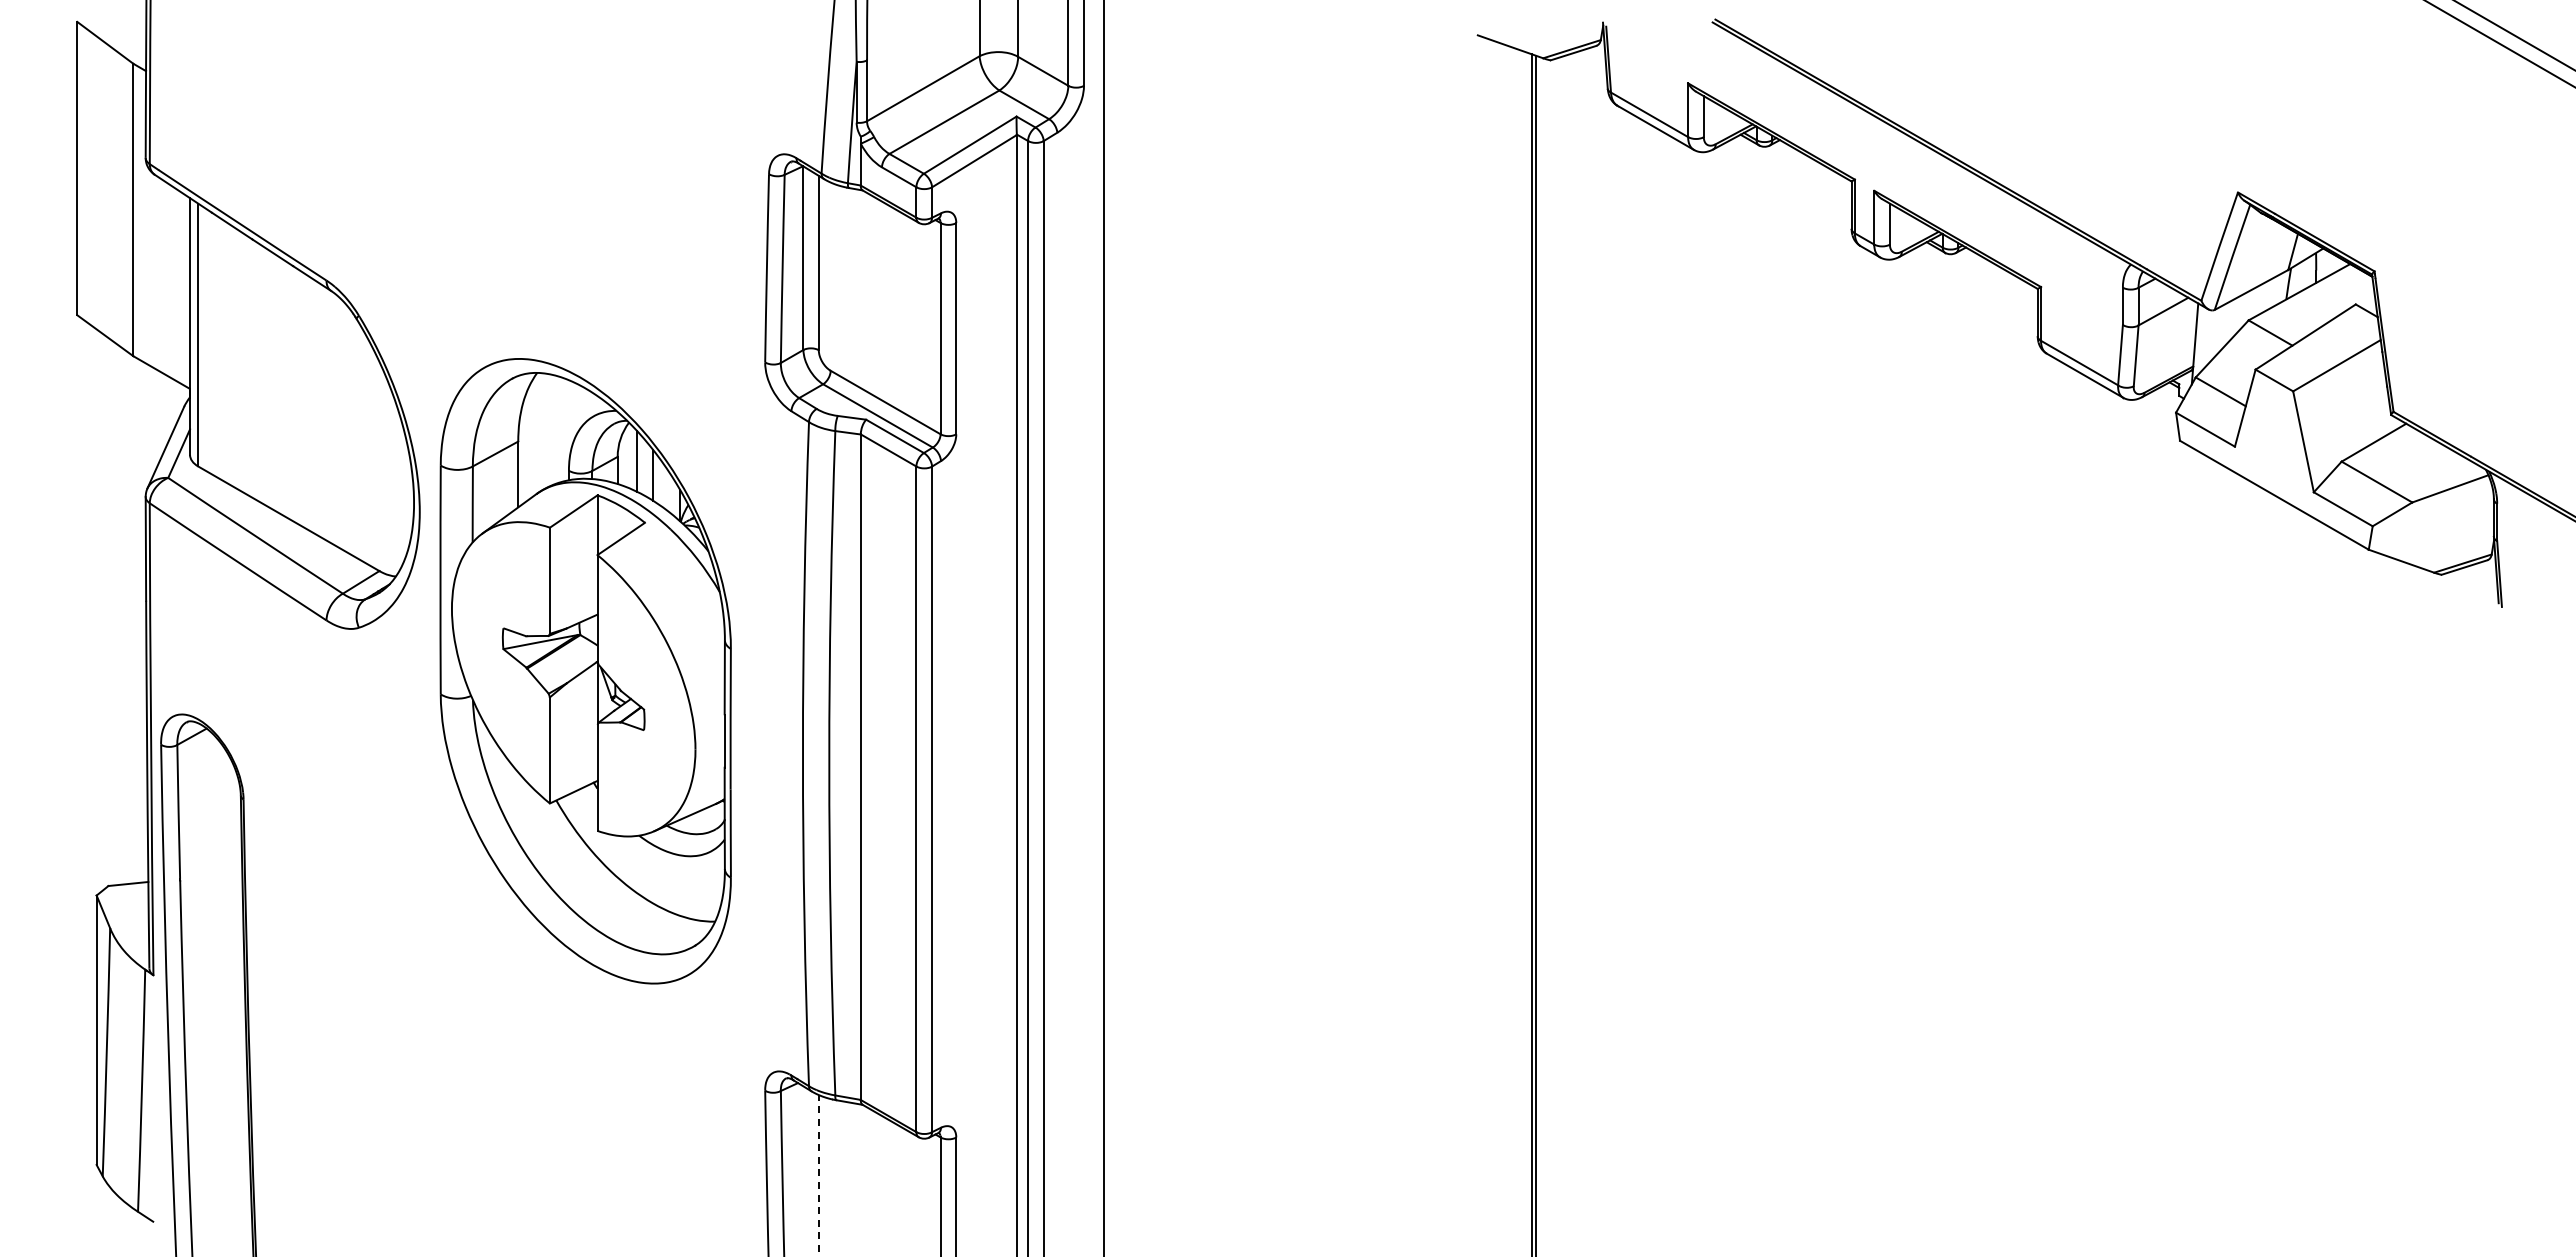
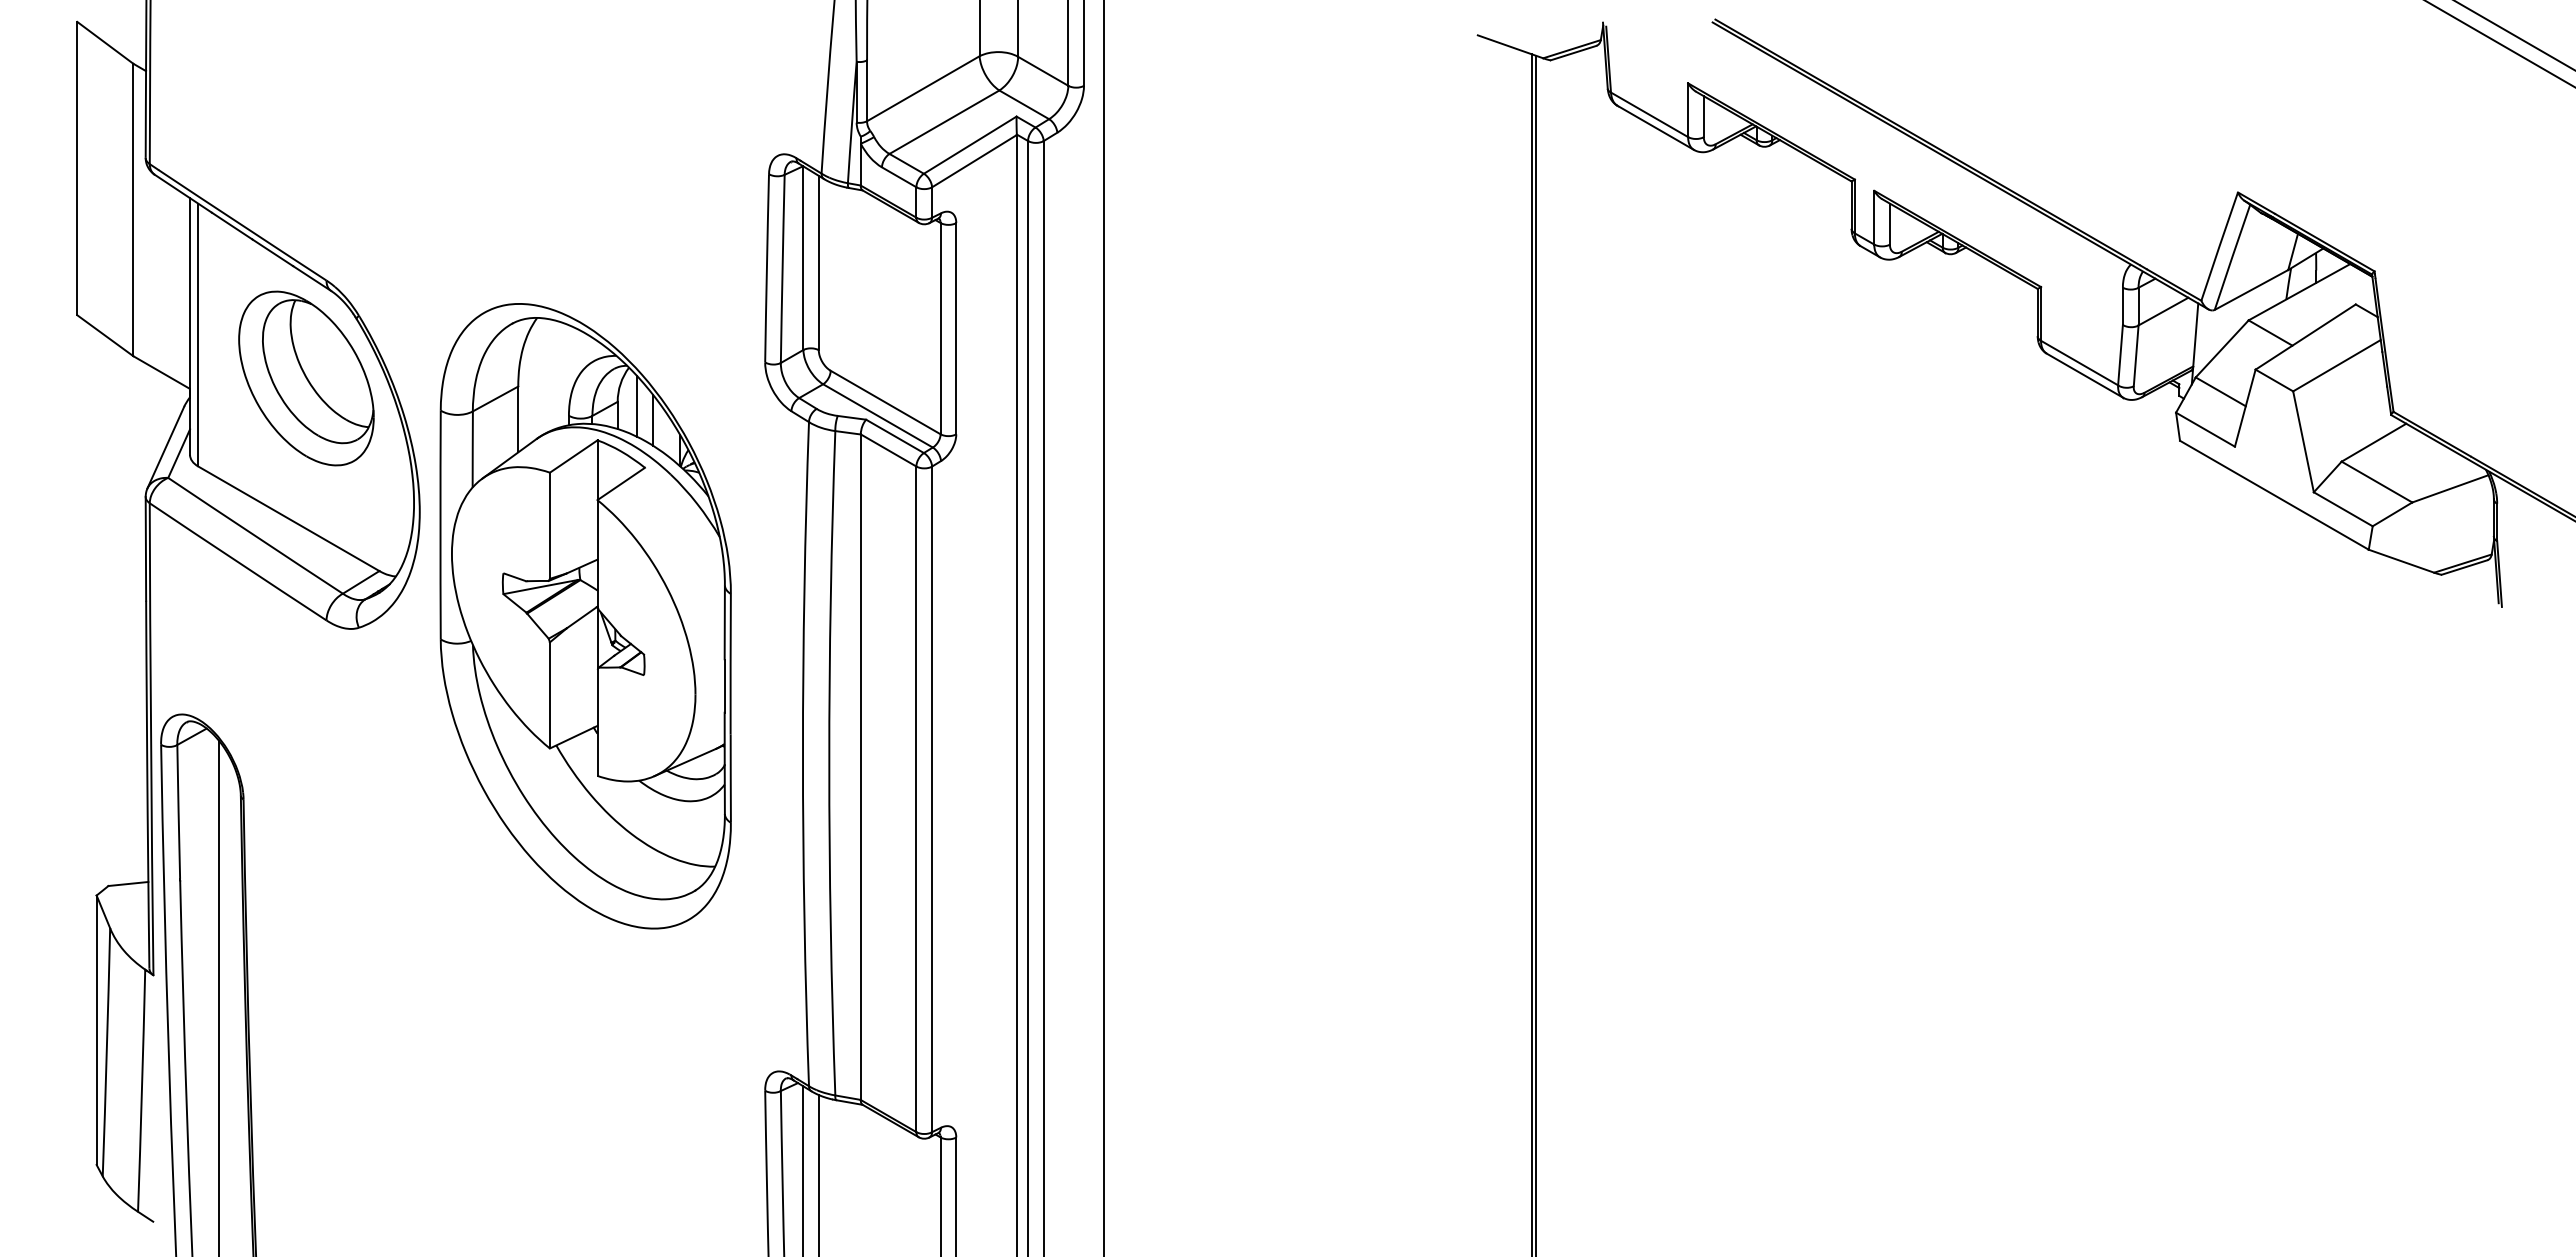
part at (306, 378): none -> present
part at (585, 671) position: (585, 671) -> (585, 616)
line at (219, 997): none -> present
line at (803, 1169): none -> present
line at (818, 1175): dashed -> solid
